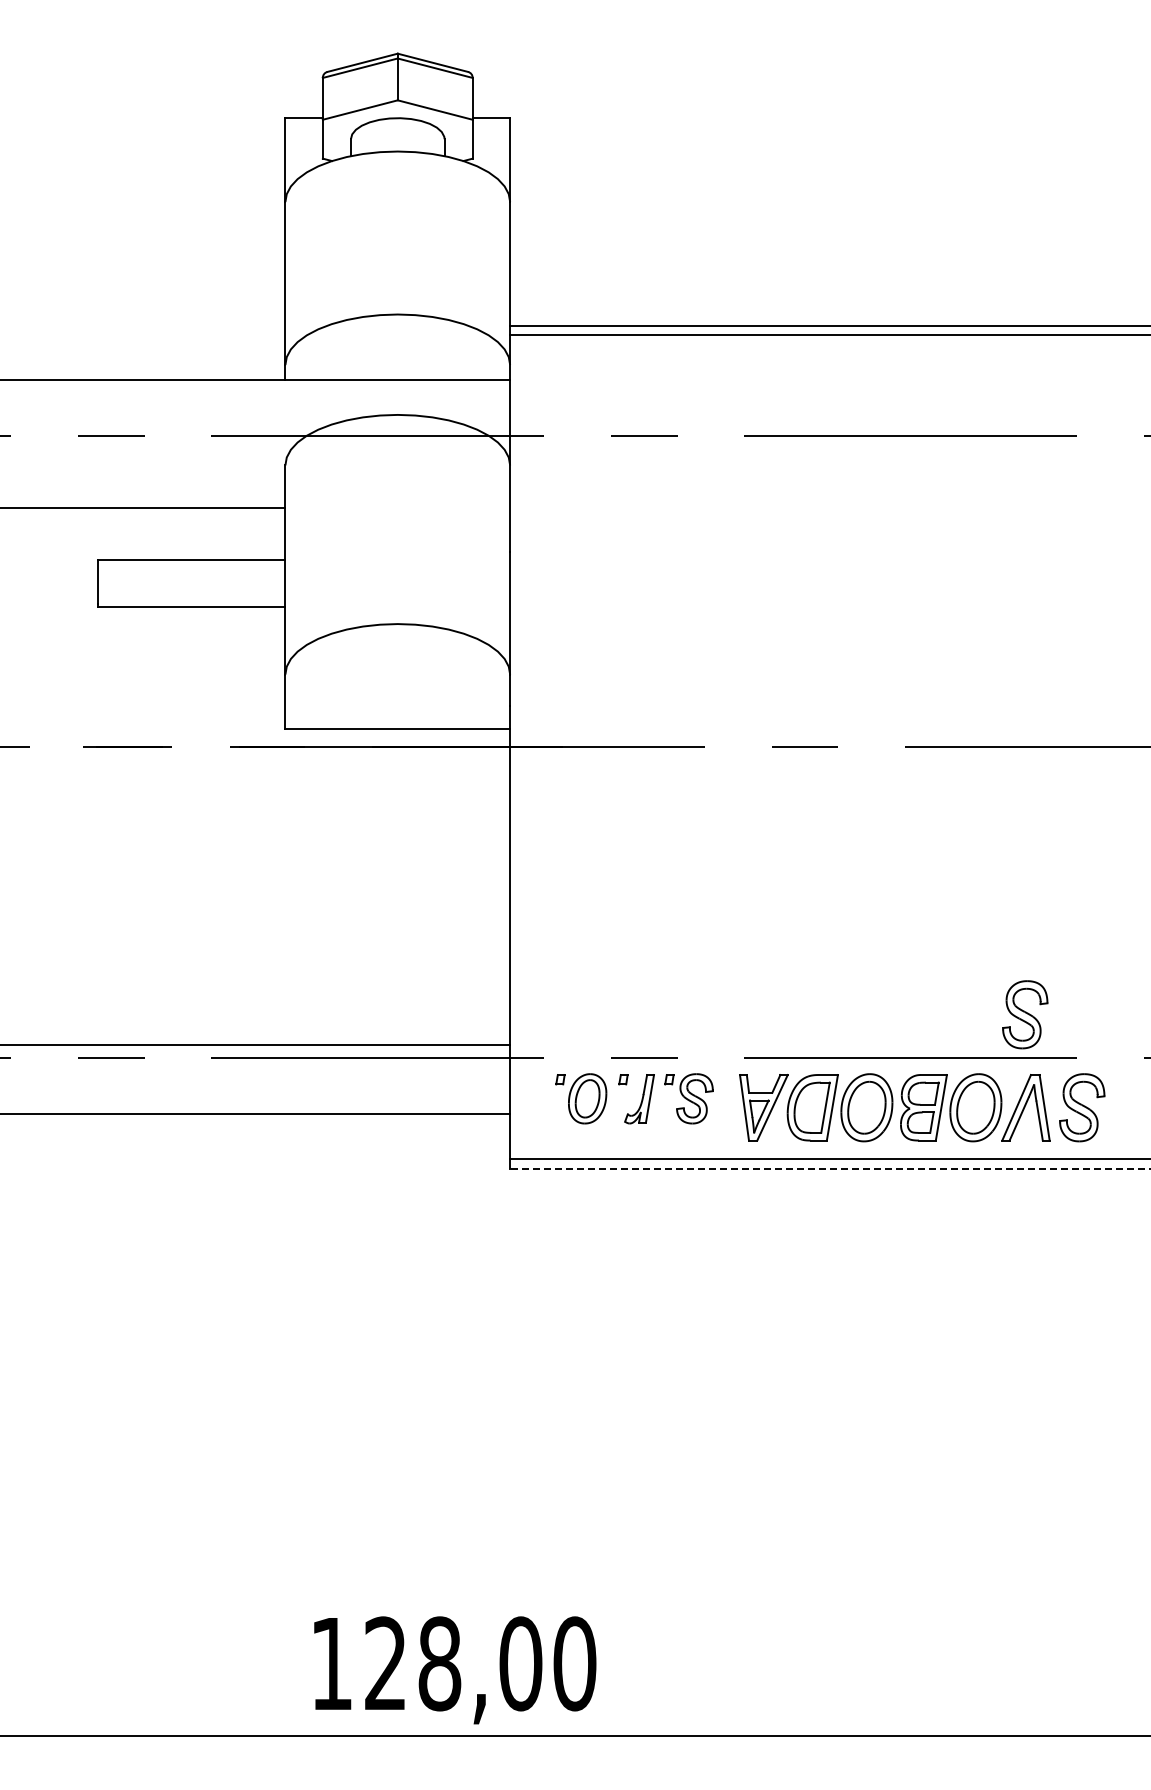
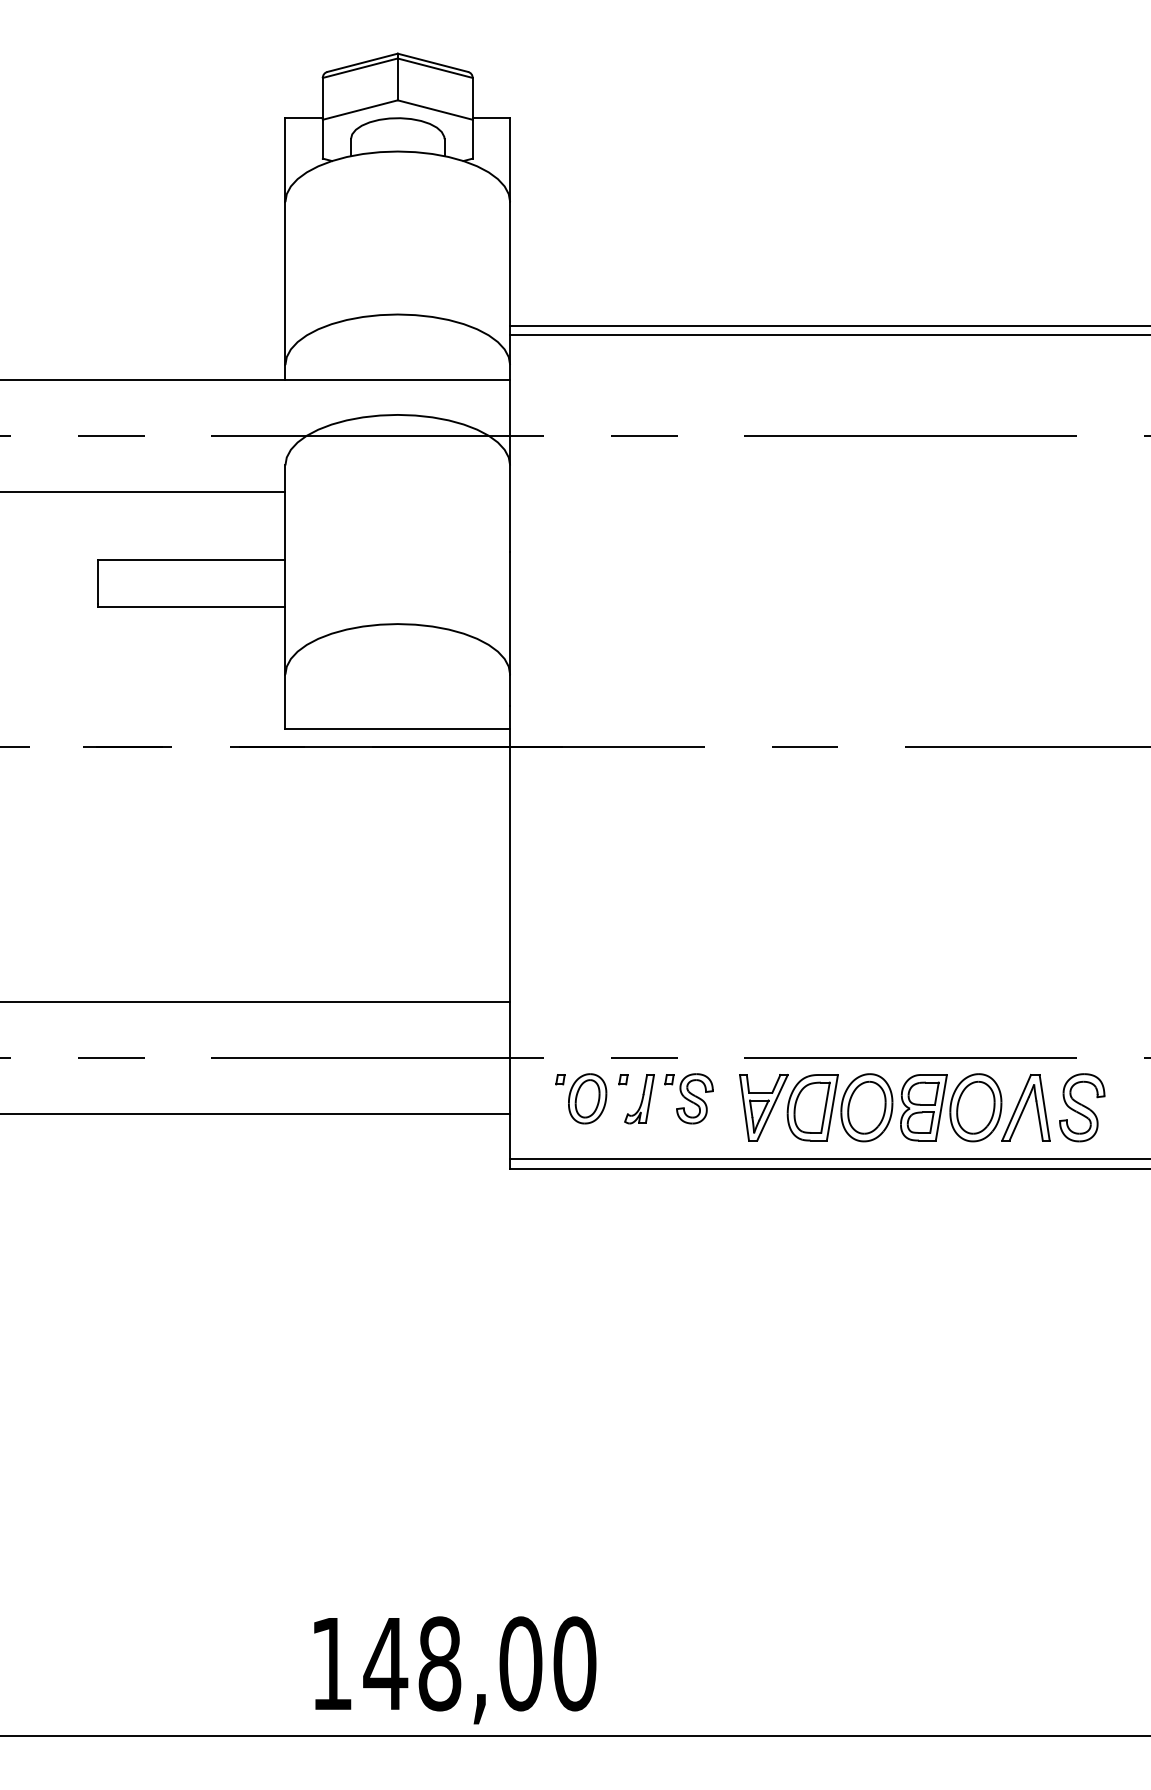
line at (143, 508) position: (143, 508) -> (143, 492)
part at (1025, 1014): present -> none
line at (256, 1044) position: (256, 1044) -> (256, 1001)
line at (829, 1168): dashed -> solid
text at (385, 1662): 128,00 -> 148,00
